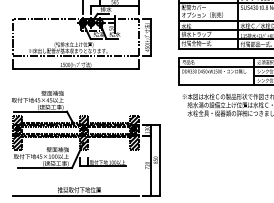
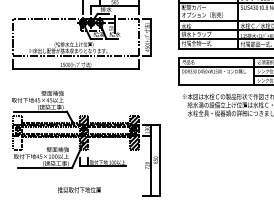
hatch at (17, 132): present -> none
line at (75, 195): present -> none
